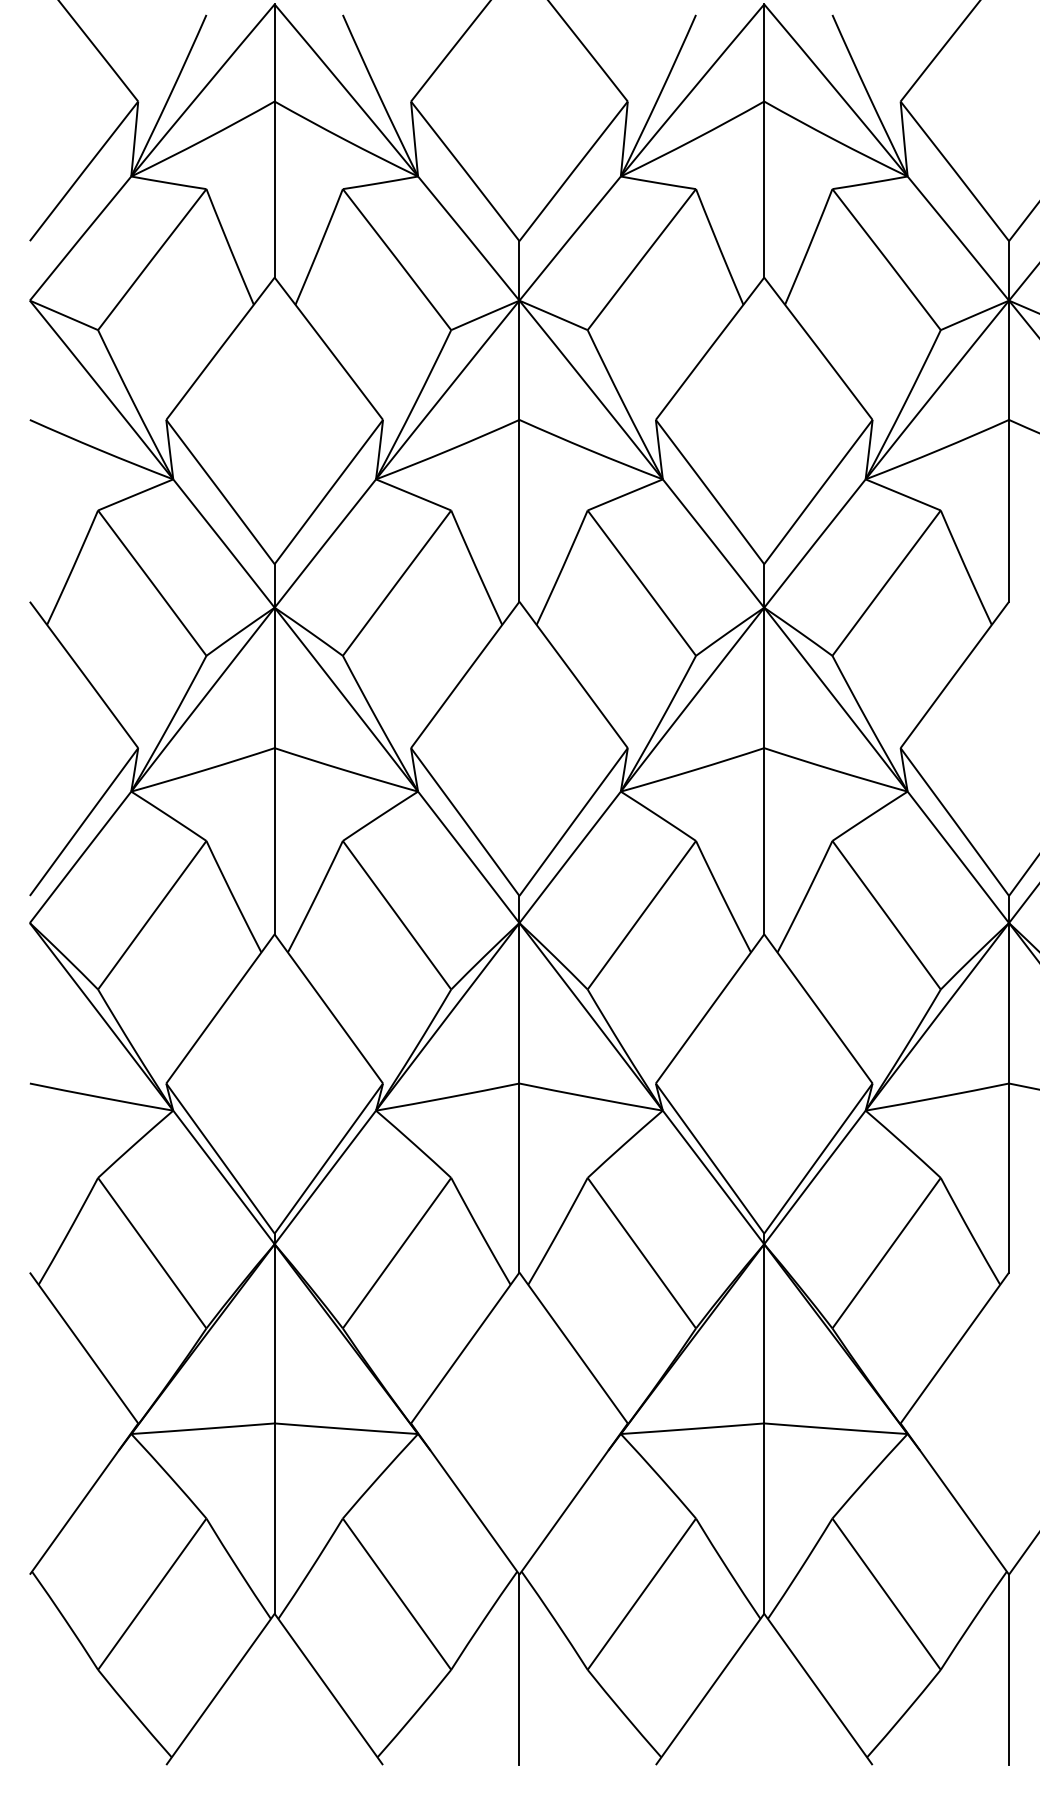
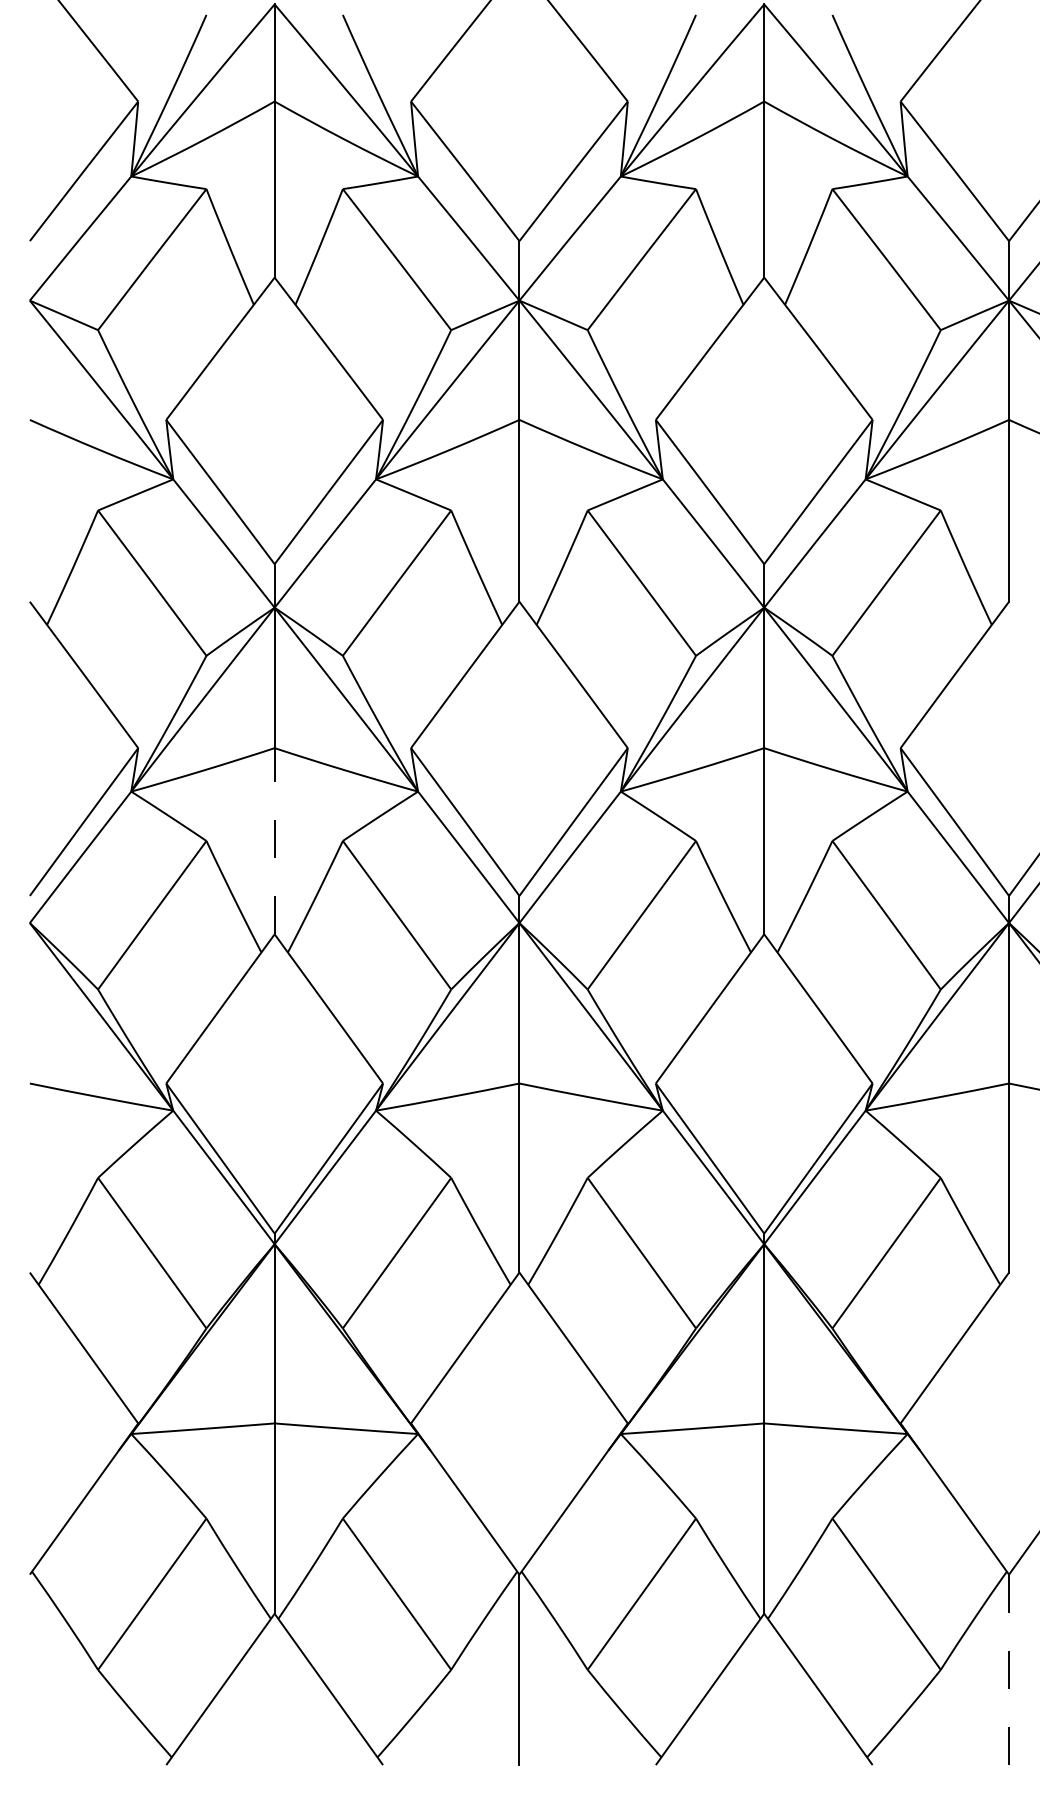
line at (274, 840): solid -> dashed
line at (1009, 1670): solid -> dashed
